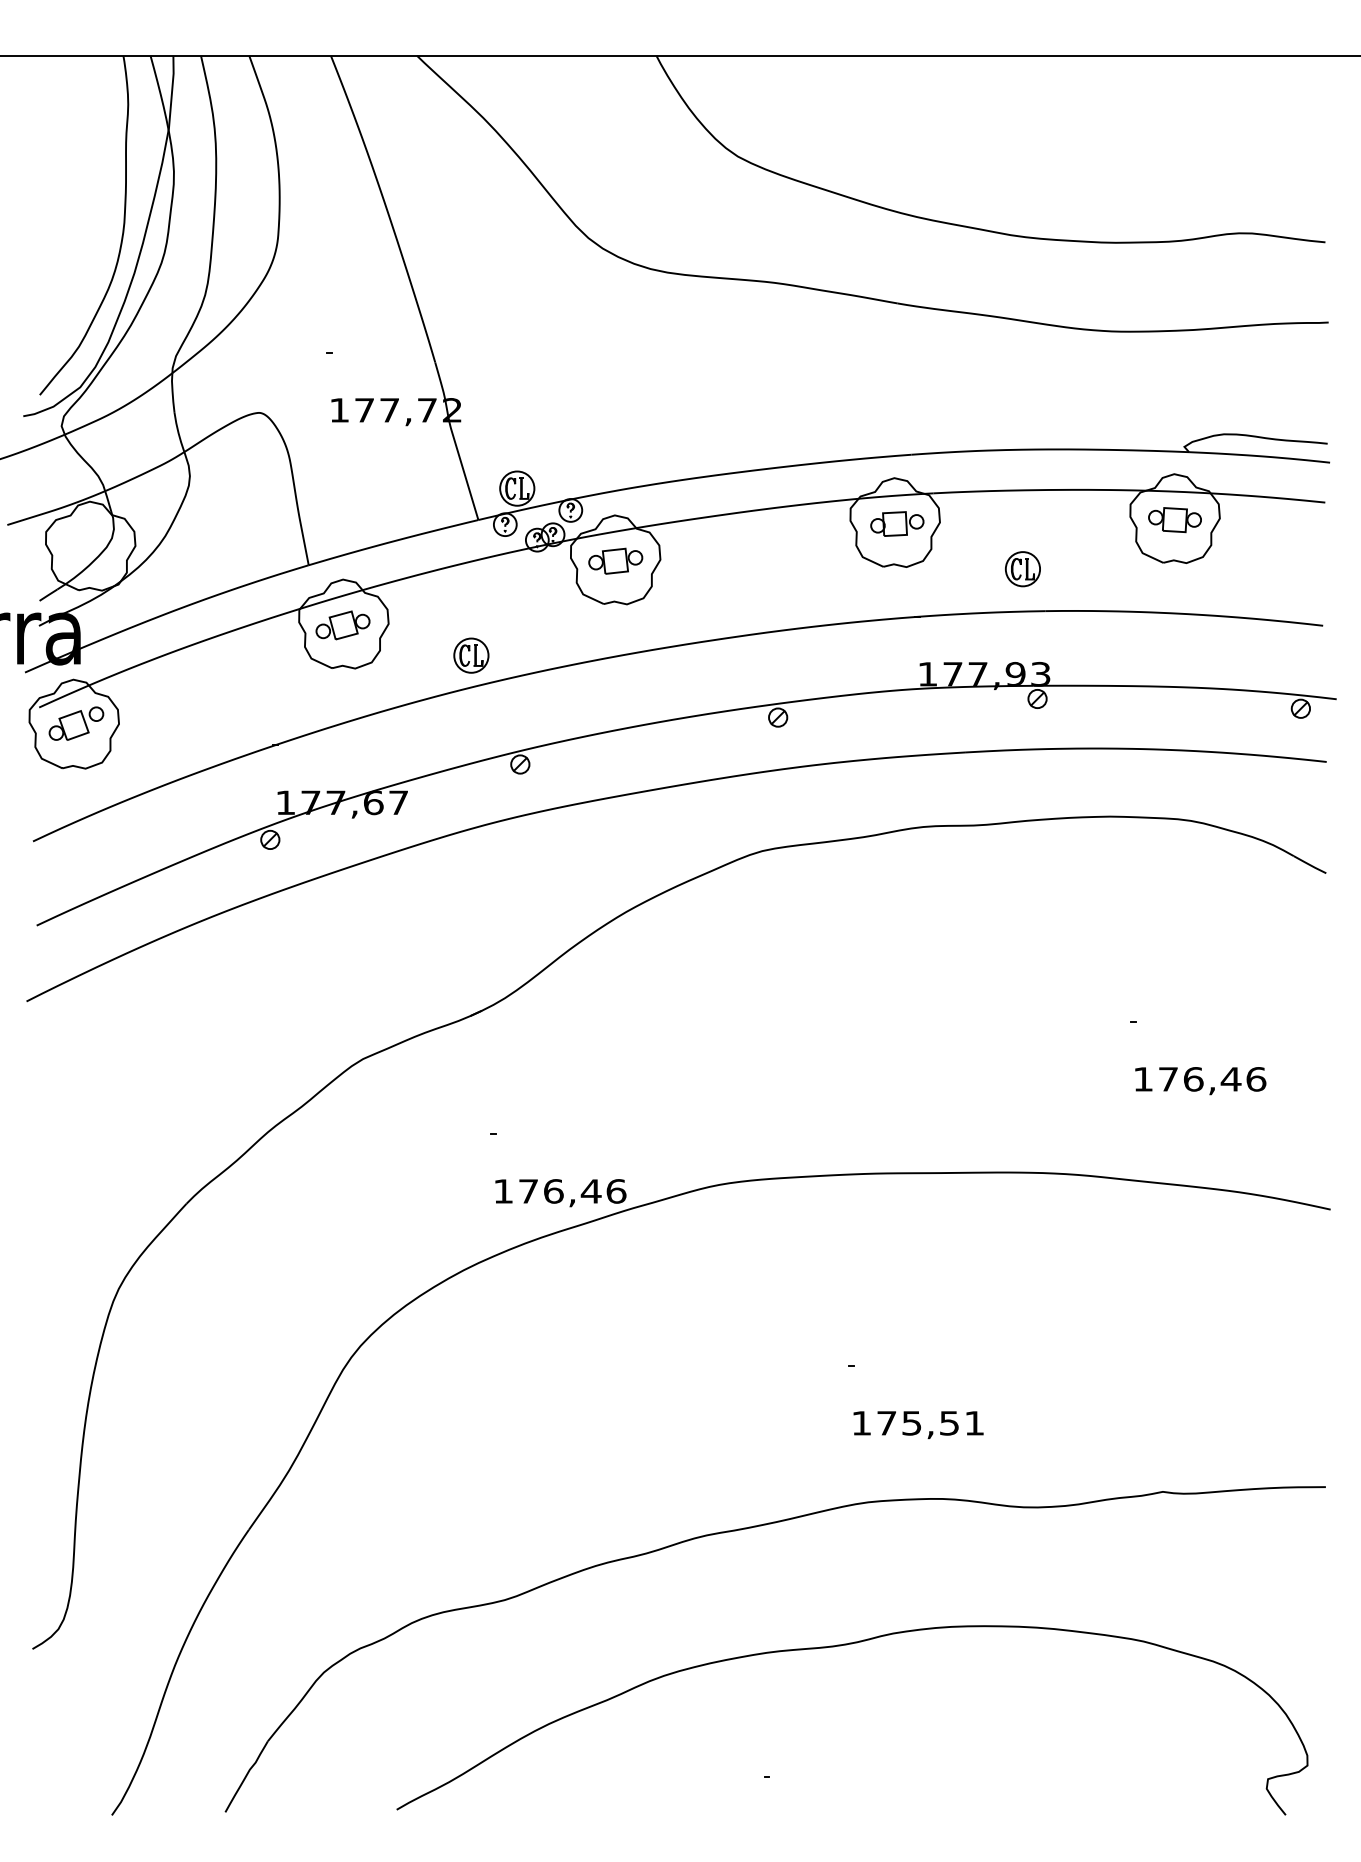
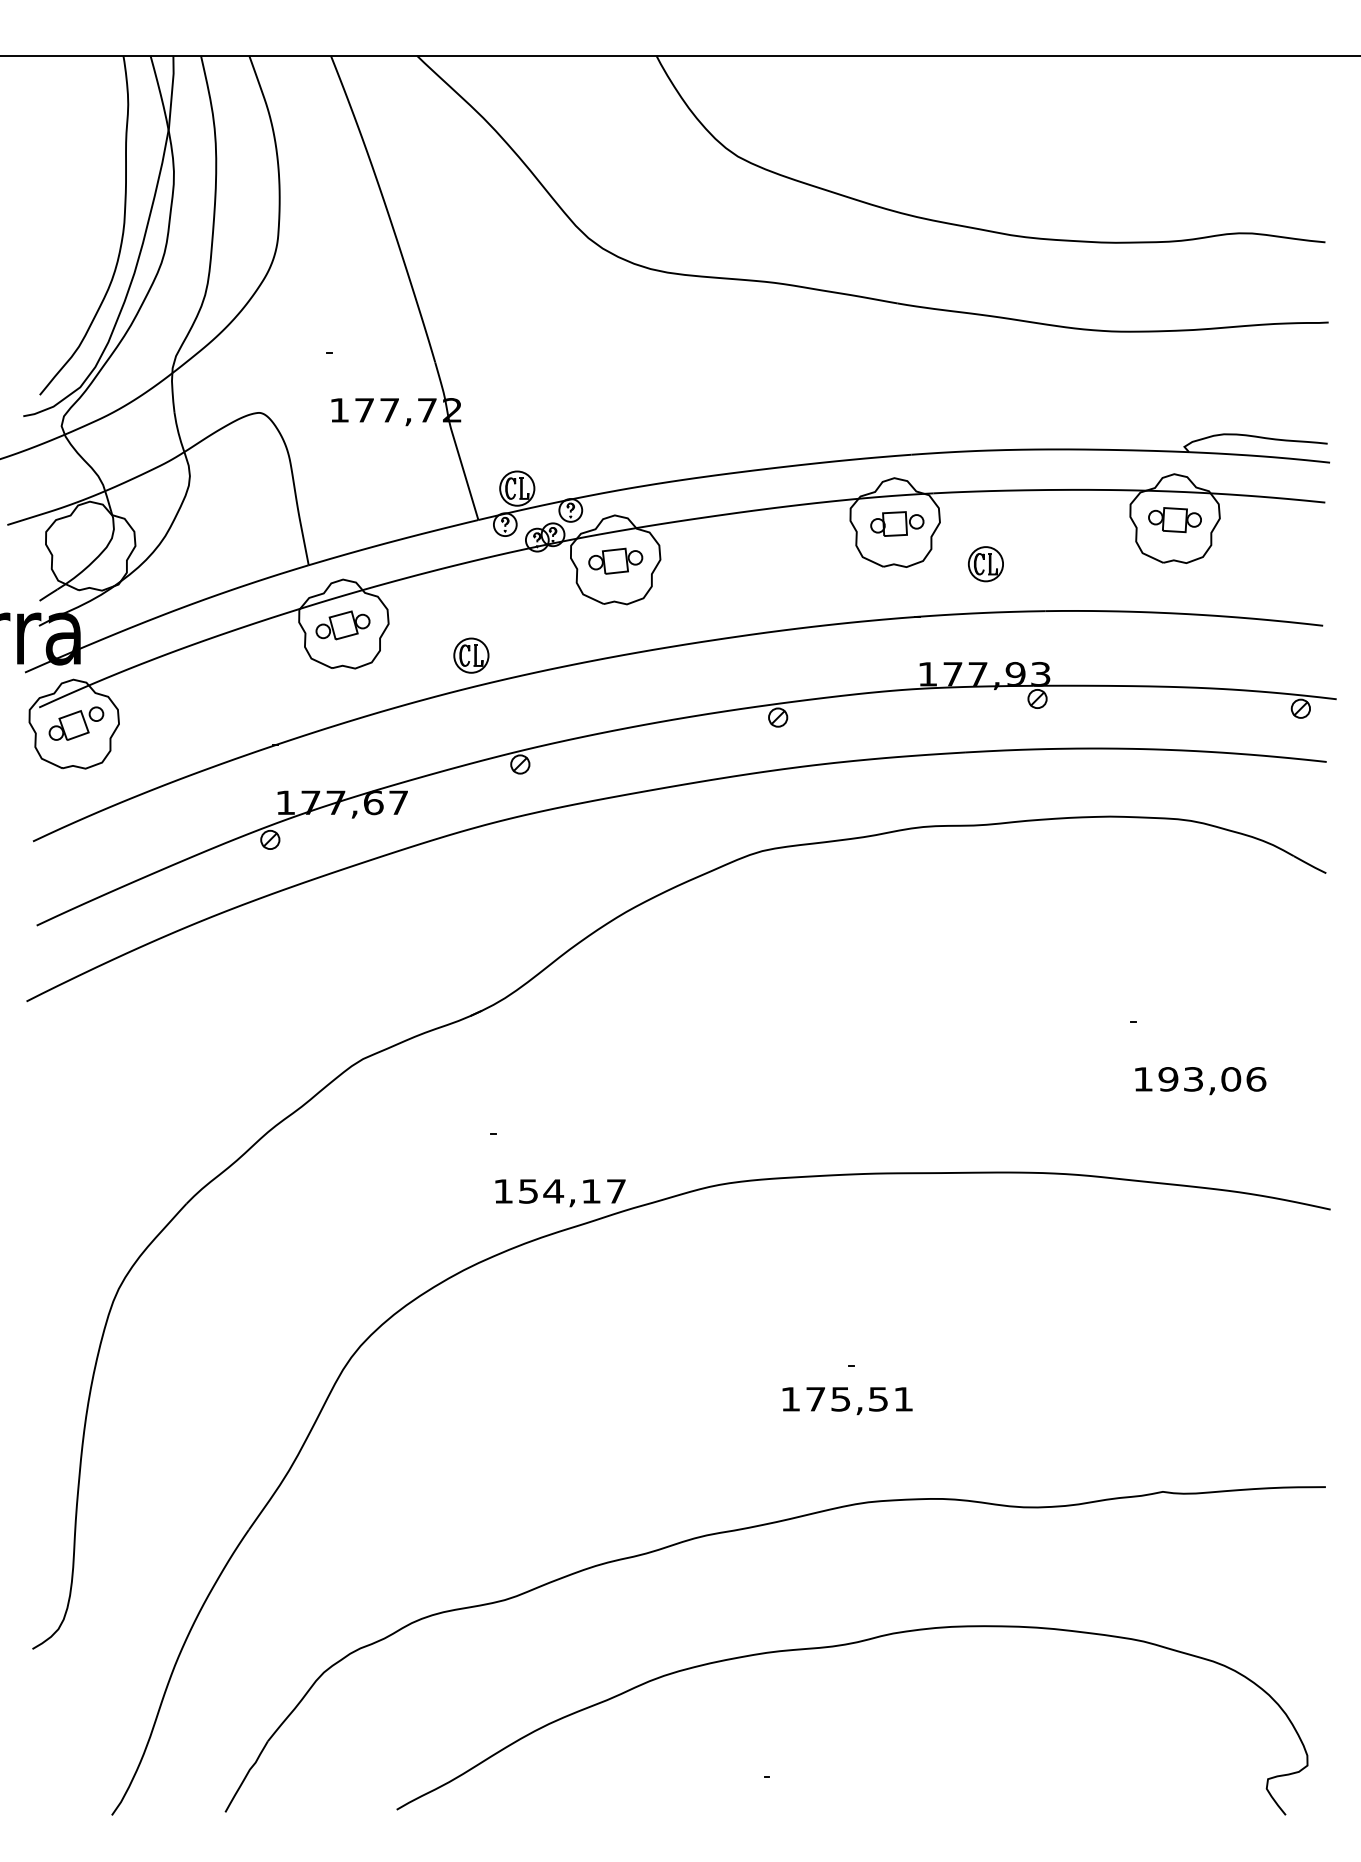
part at (1022, 569) position: (1022, 569) -> (985, 564)
text at (1199, 1079): 176,46 -> 193,06
text at (572, 1191): 176,46 -> 154,17
text at (918, 1425) position: (918, 1425) -> (847, 1401)
